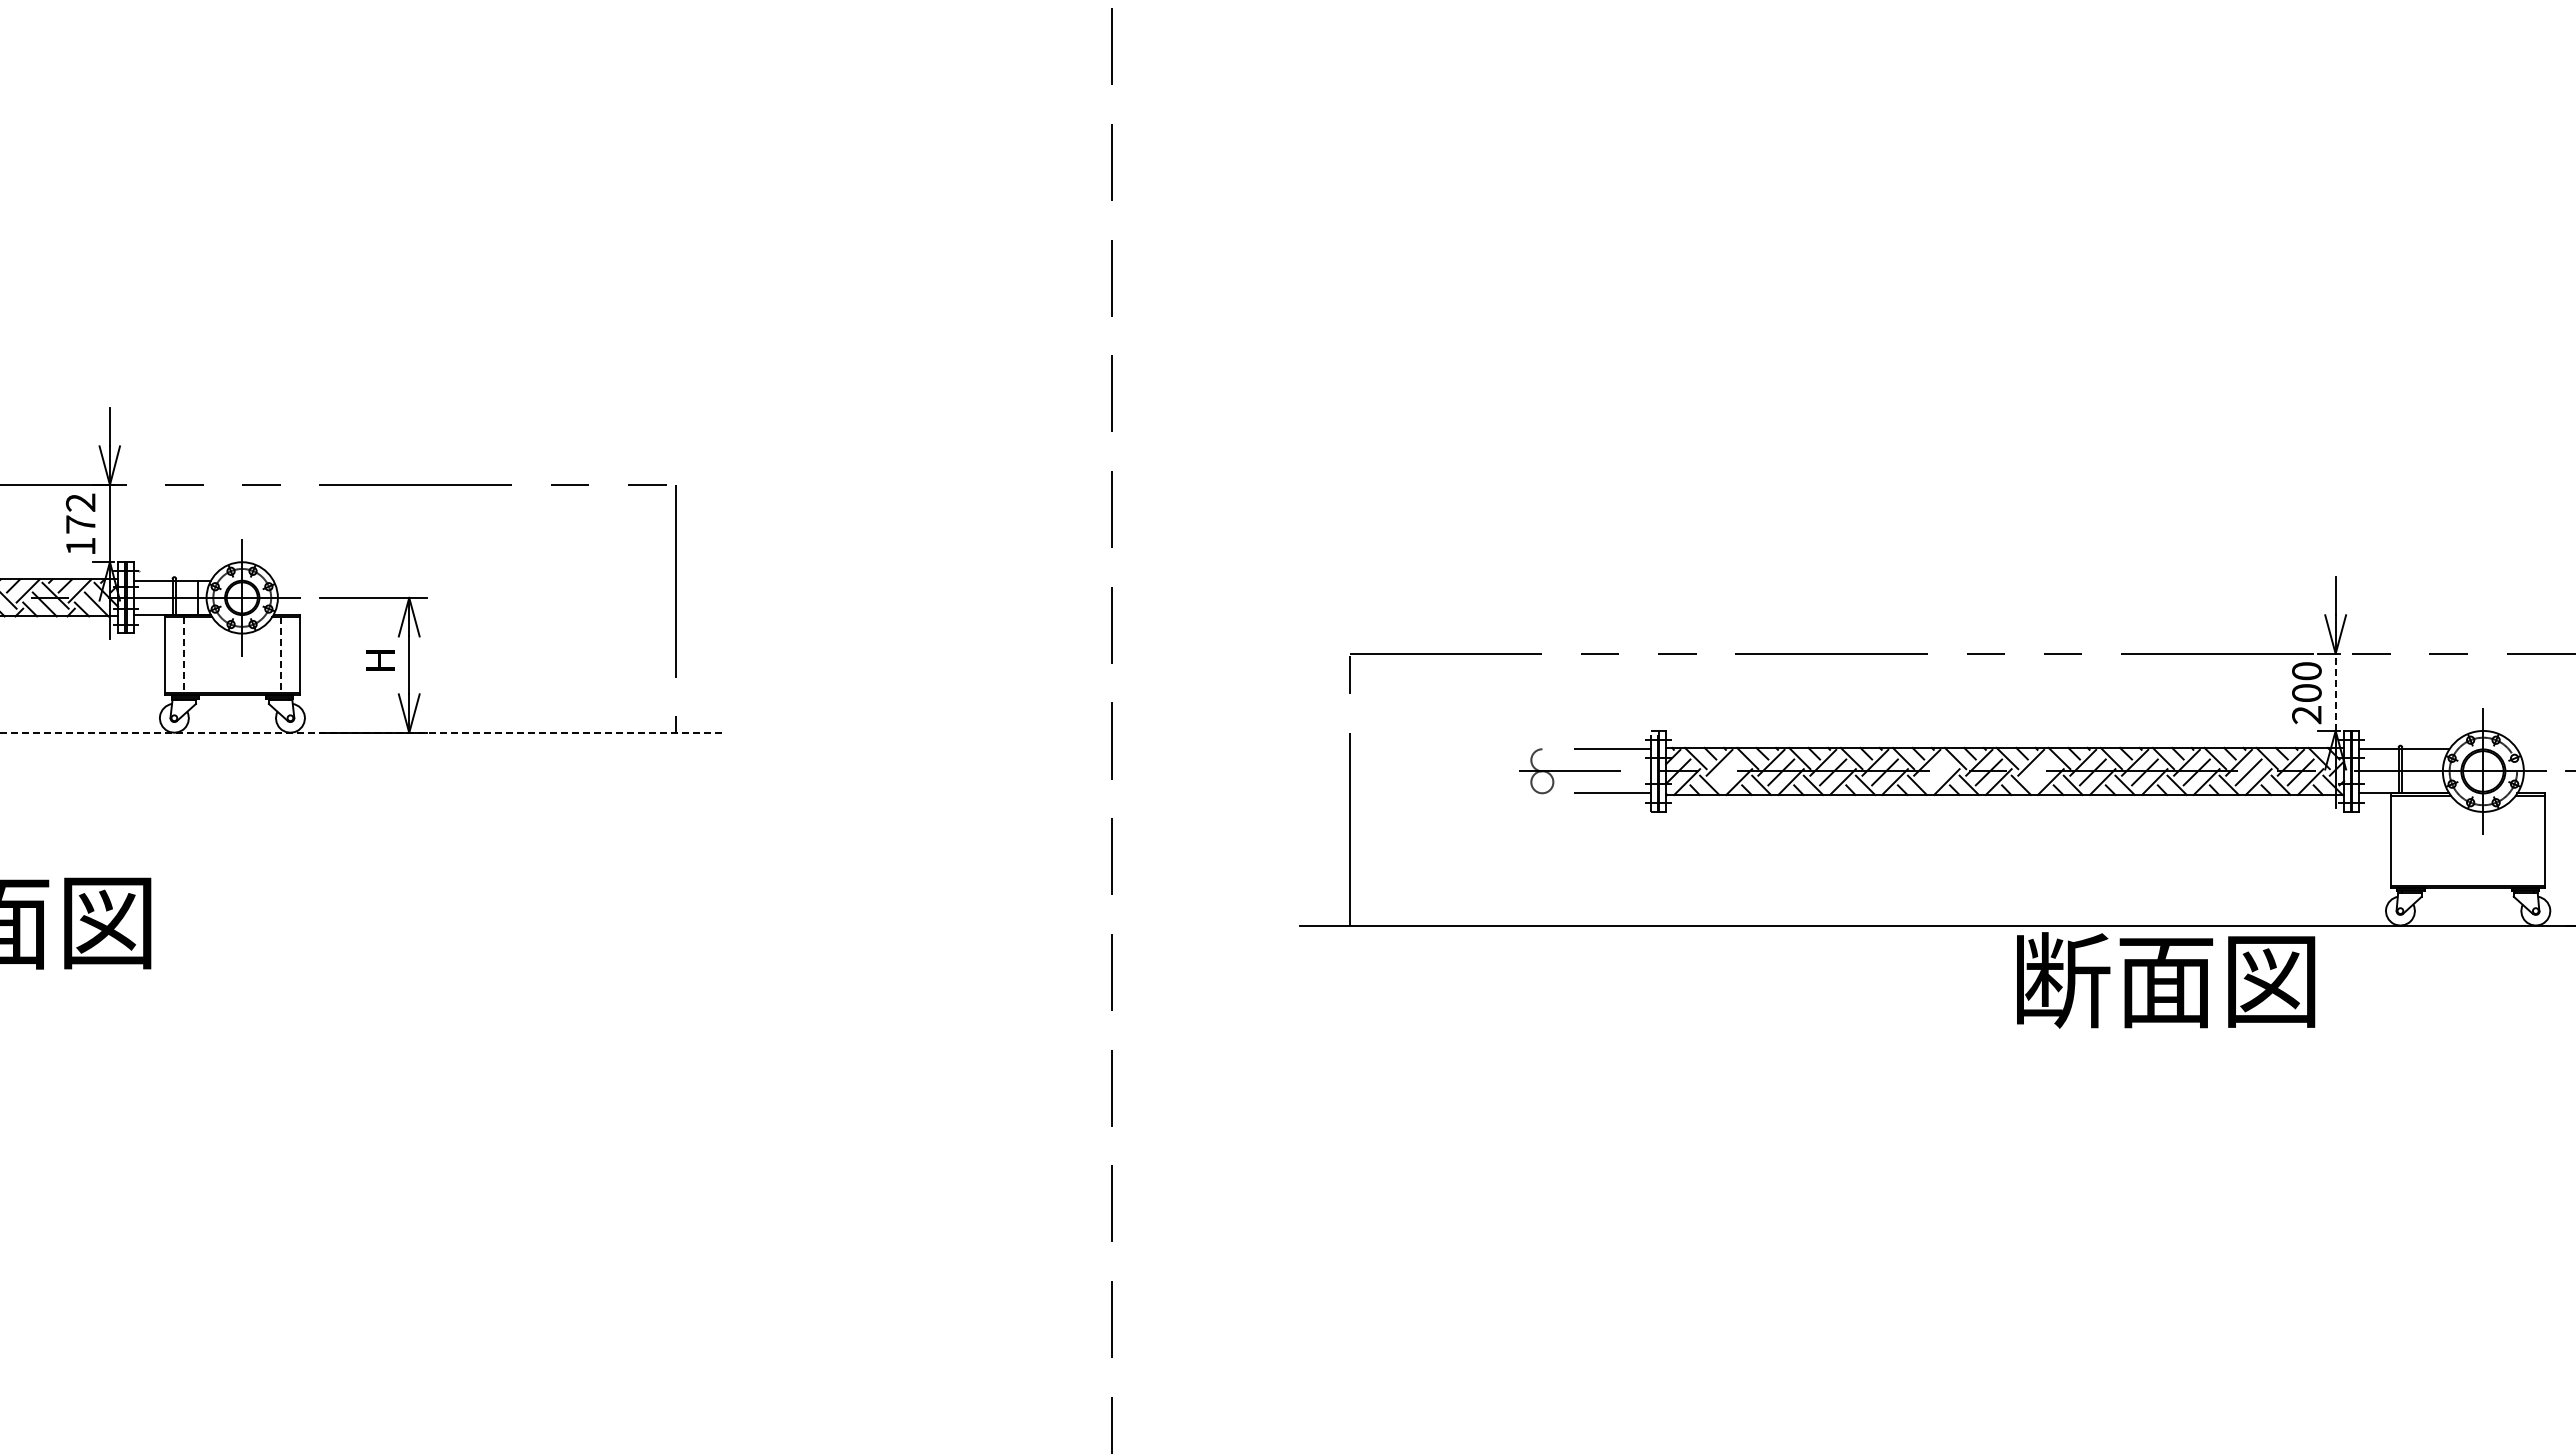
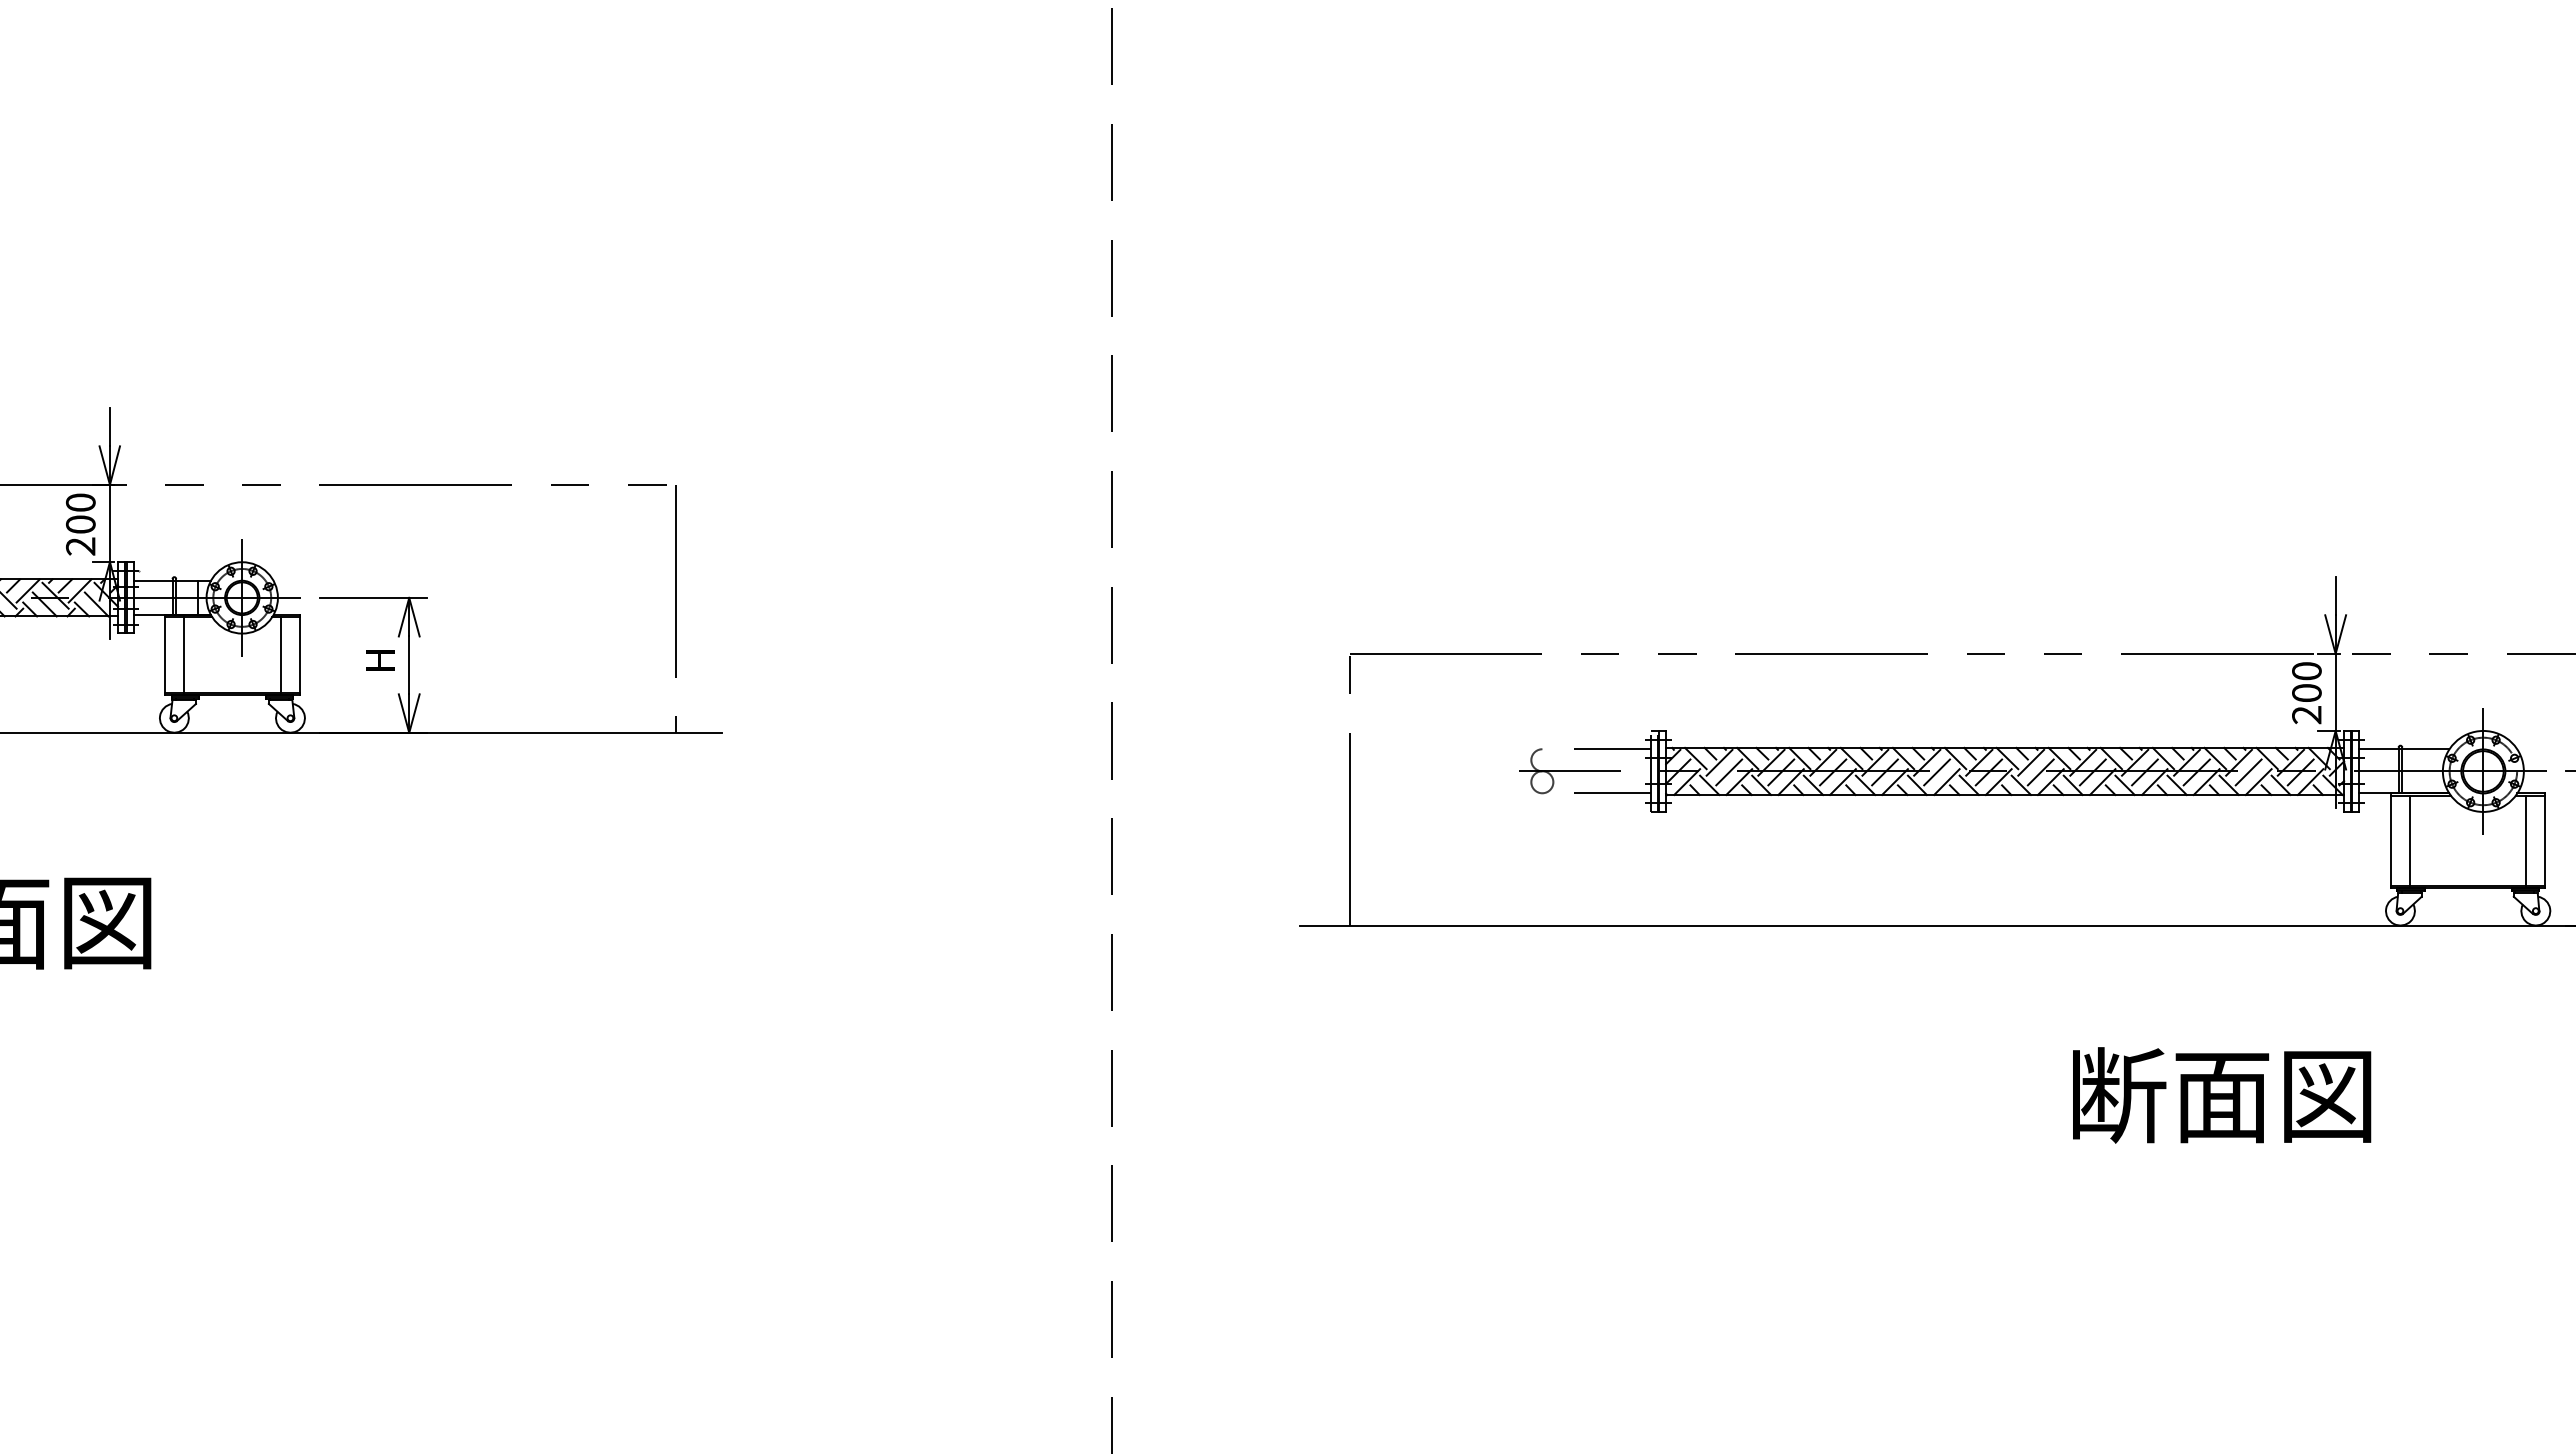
text at (80, 524): 172 -> 200
line at (184, 655): dashed -> solid
line at (280, 655): dashed -> solid
line at (2335, 692): dashed -> solid
line at (361, 732): dashed -> solid
line at (1729, 772): none -> present
line at (1937, 772): none -> present
line at (2040, 772): none -> present
line at (2410, 840): none -> present
line at (2525, 840): none -> present
text at (2166, 980) position: (2166, 980) -> (2222, 1095)
